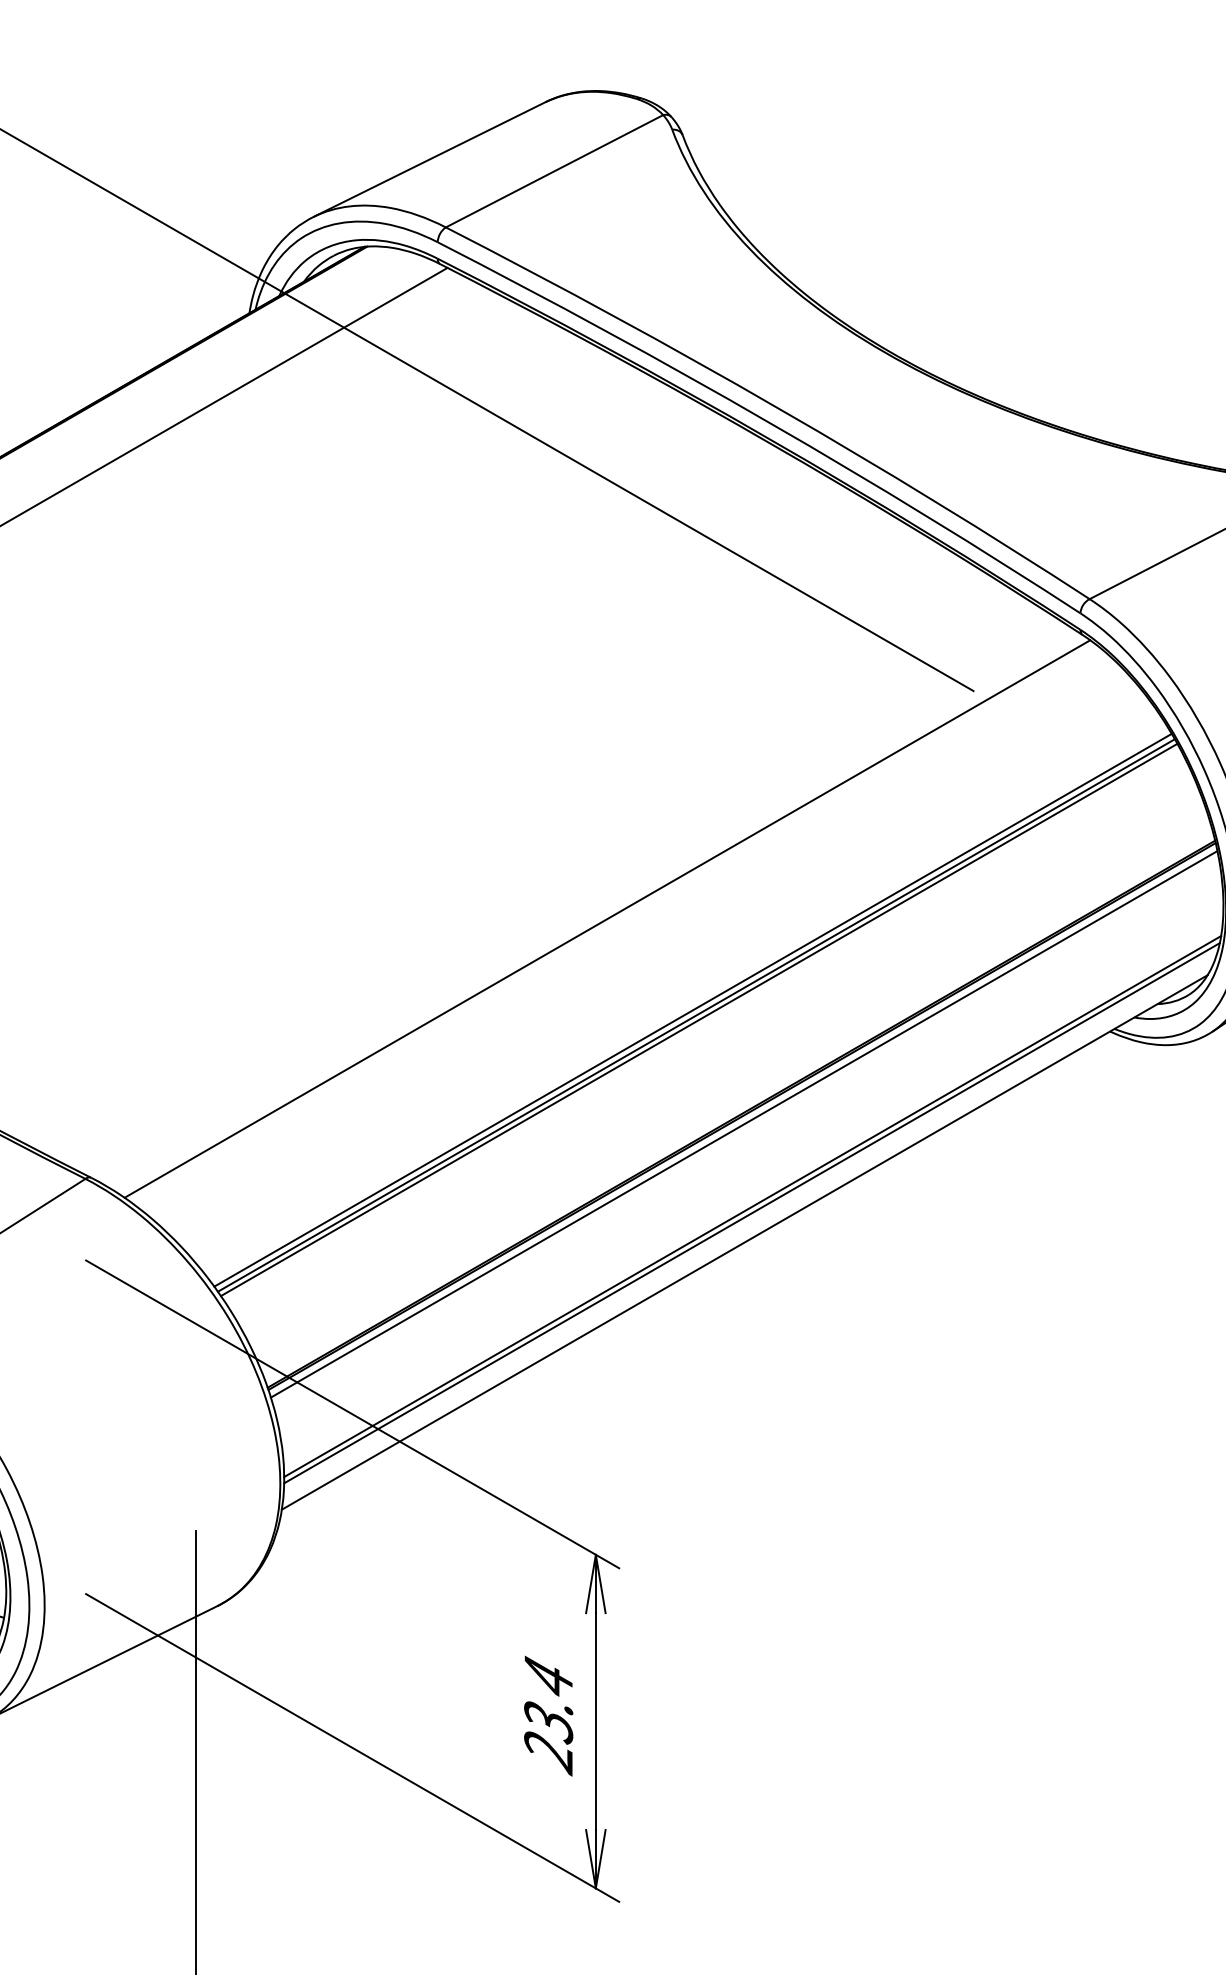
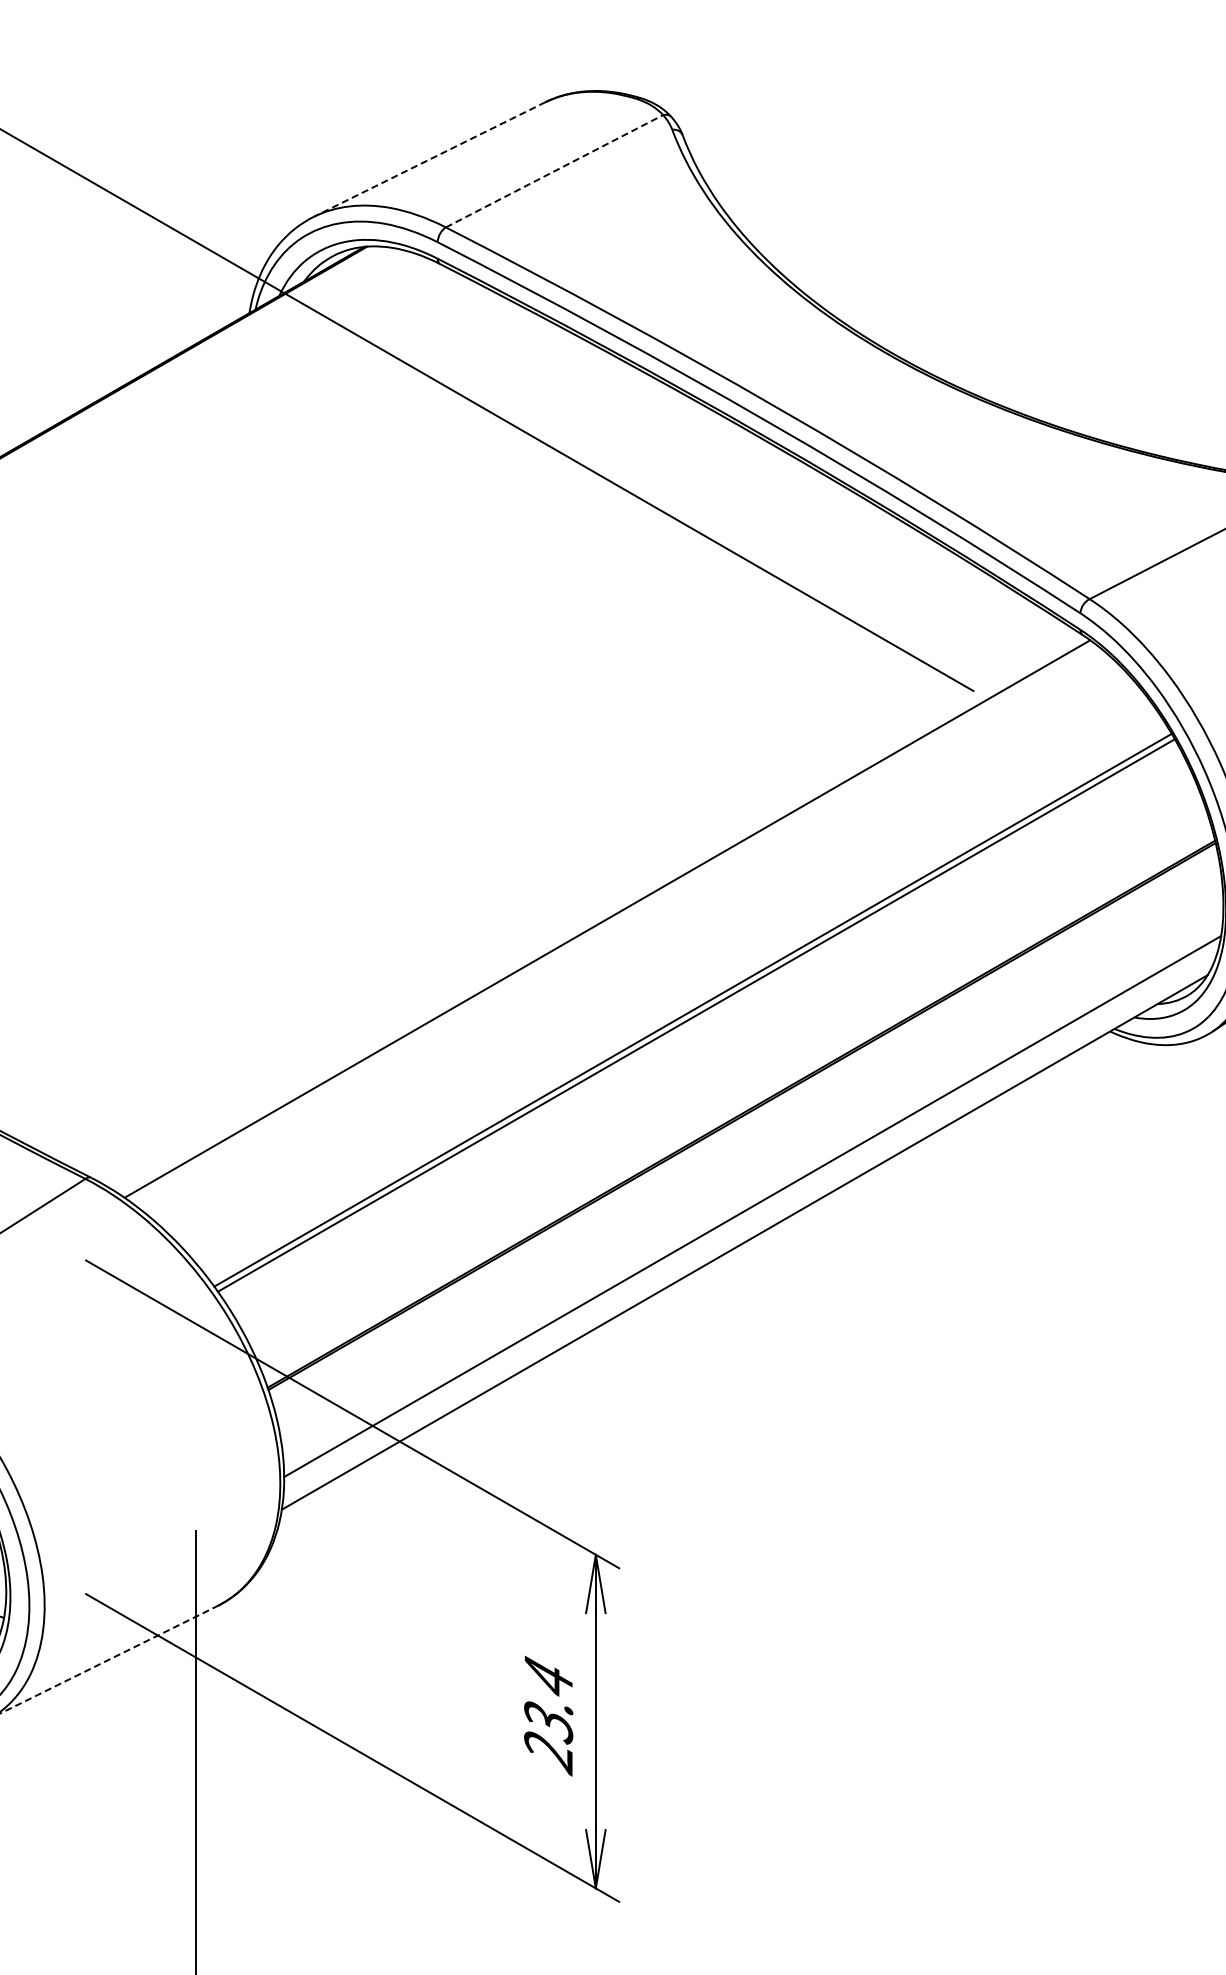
line at (429, 159): solid -> dashed
line at (554, 171): solid -> dashed
line at (224, 395): present -> none
line at (699, 1019): present -> none
line at (743, 1124): present -> none
line at (751, 1213): present -> none
line at (109, 1659): solid -> dashed
